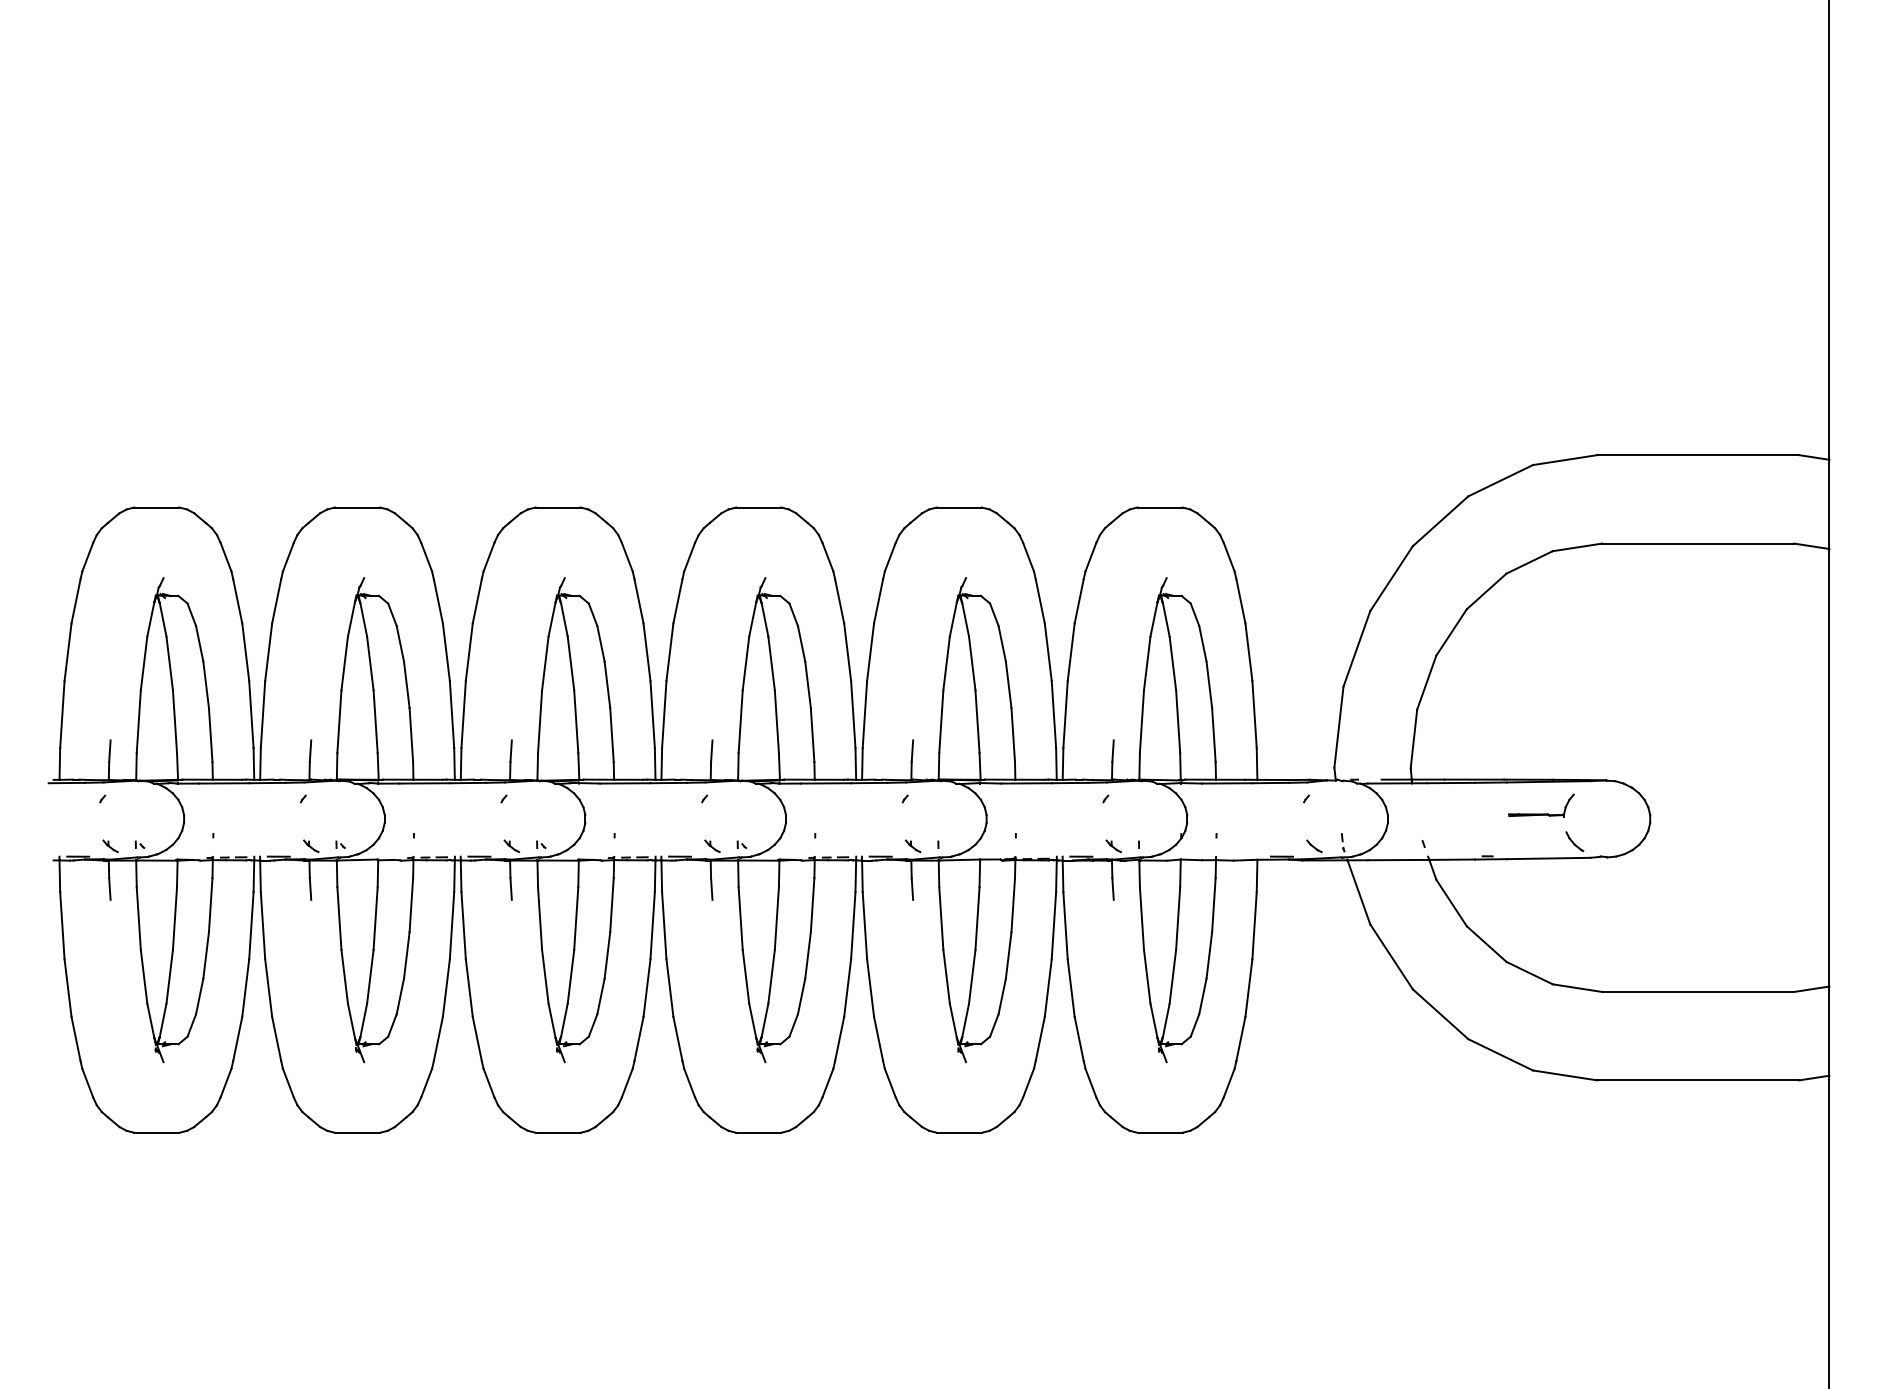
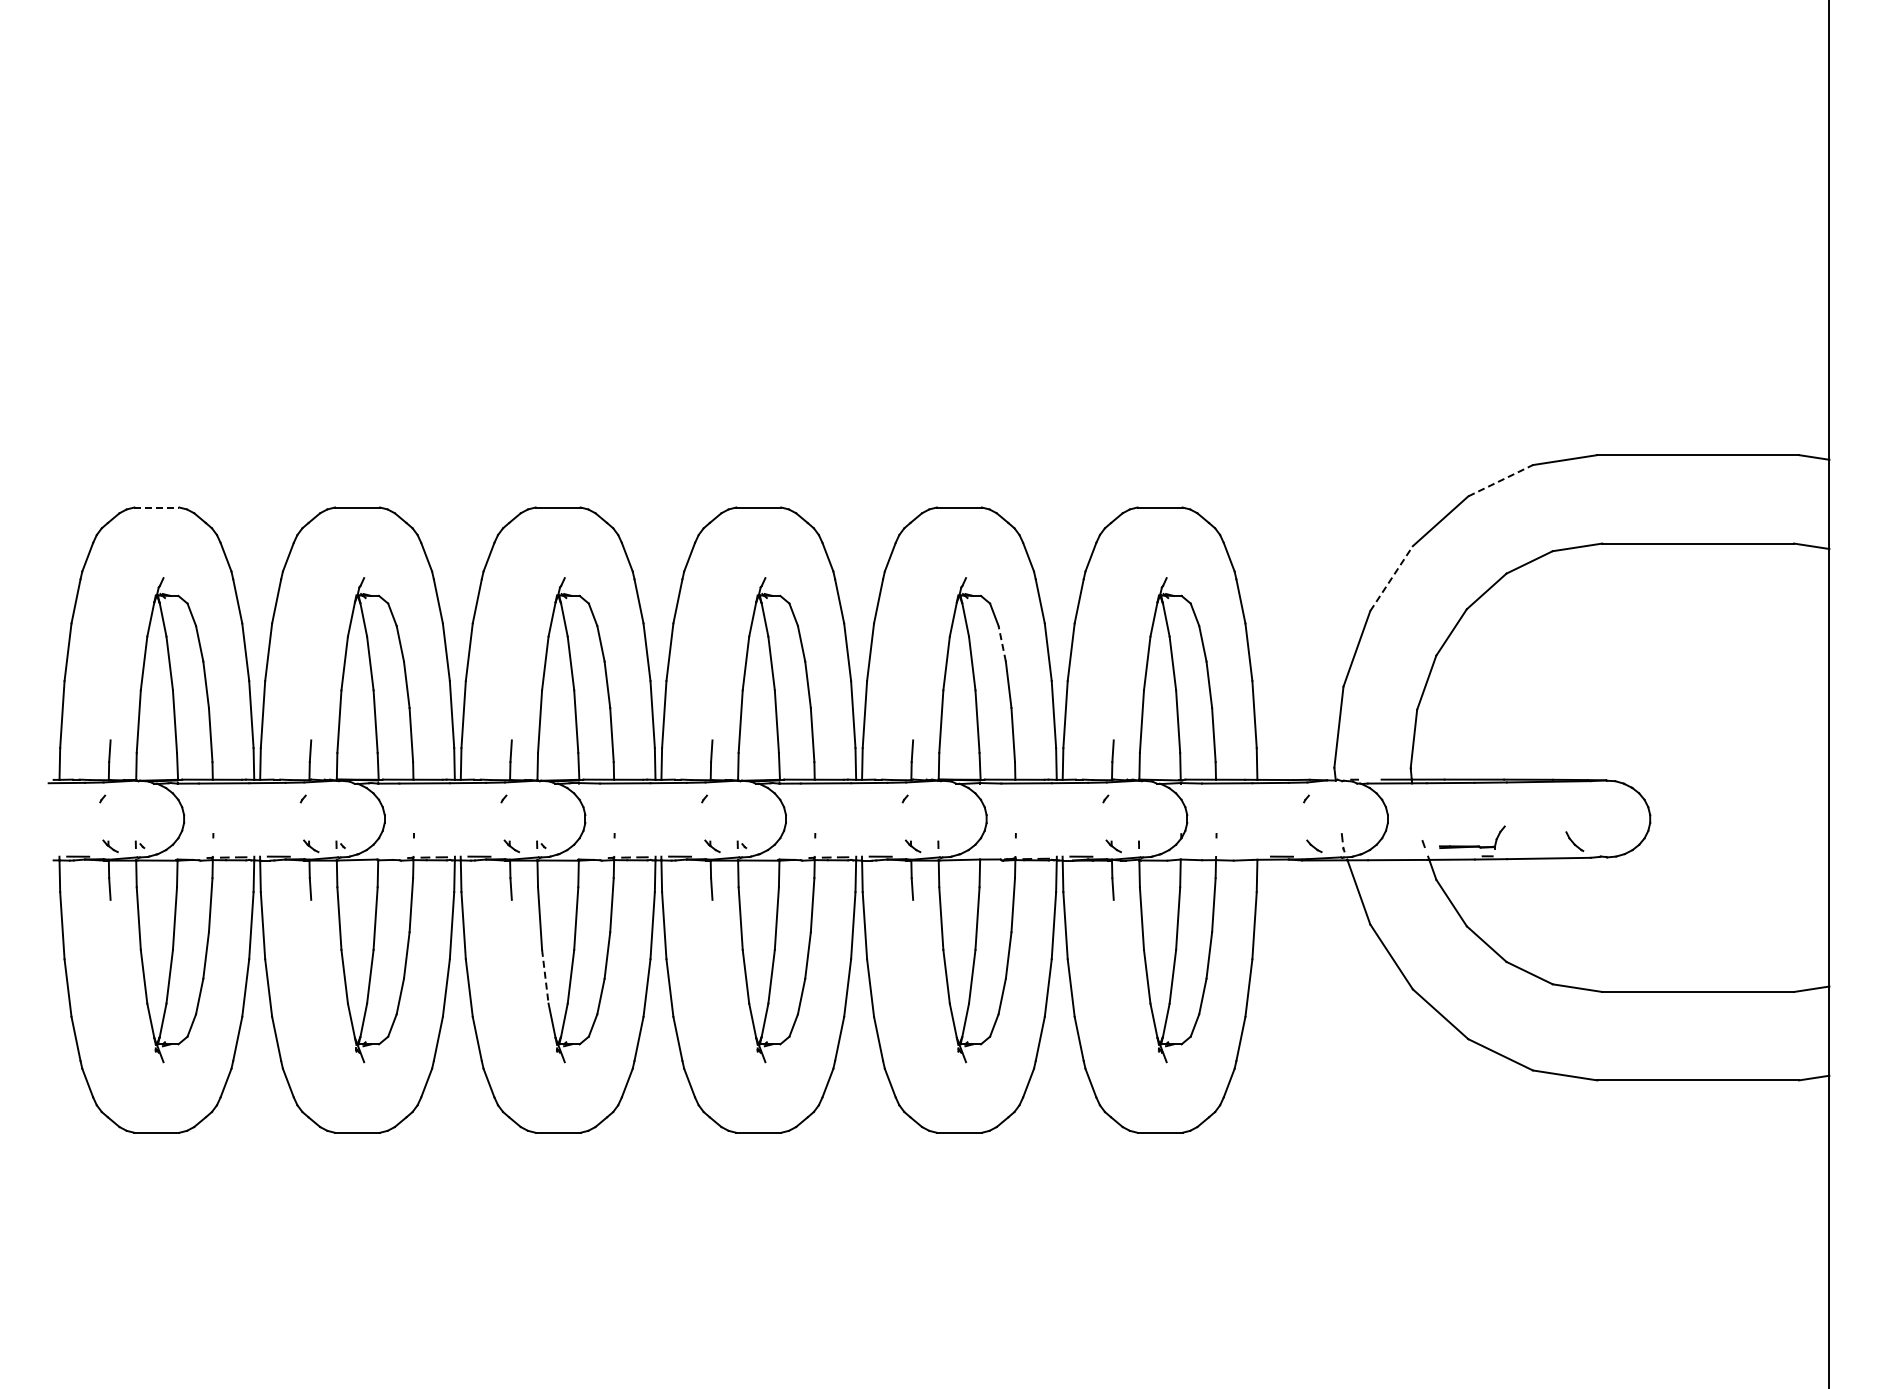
line at (1500, 480): solid -> dashed
line at (157, 507): solid -> dashed
line at (1391, 578): solid -> dashed
line at (1002, 643): solid -> dashed
part at (1541, 813) position: (1541, 813) -> (1472, 845)
line at (545, 977): solid -> dashed
